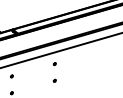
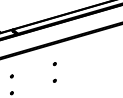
line at (60, 50): present -> none
